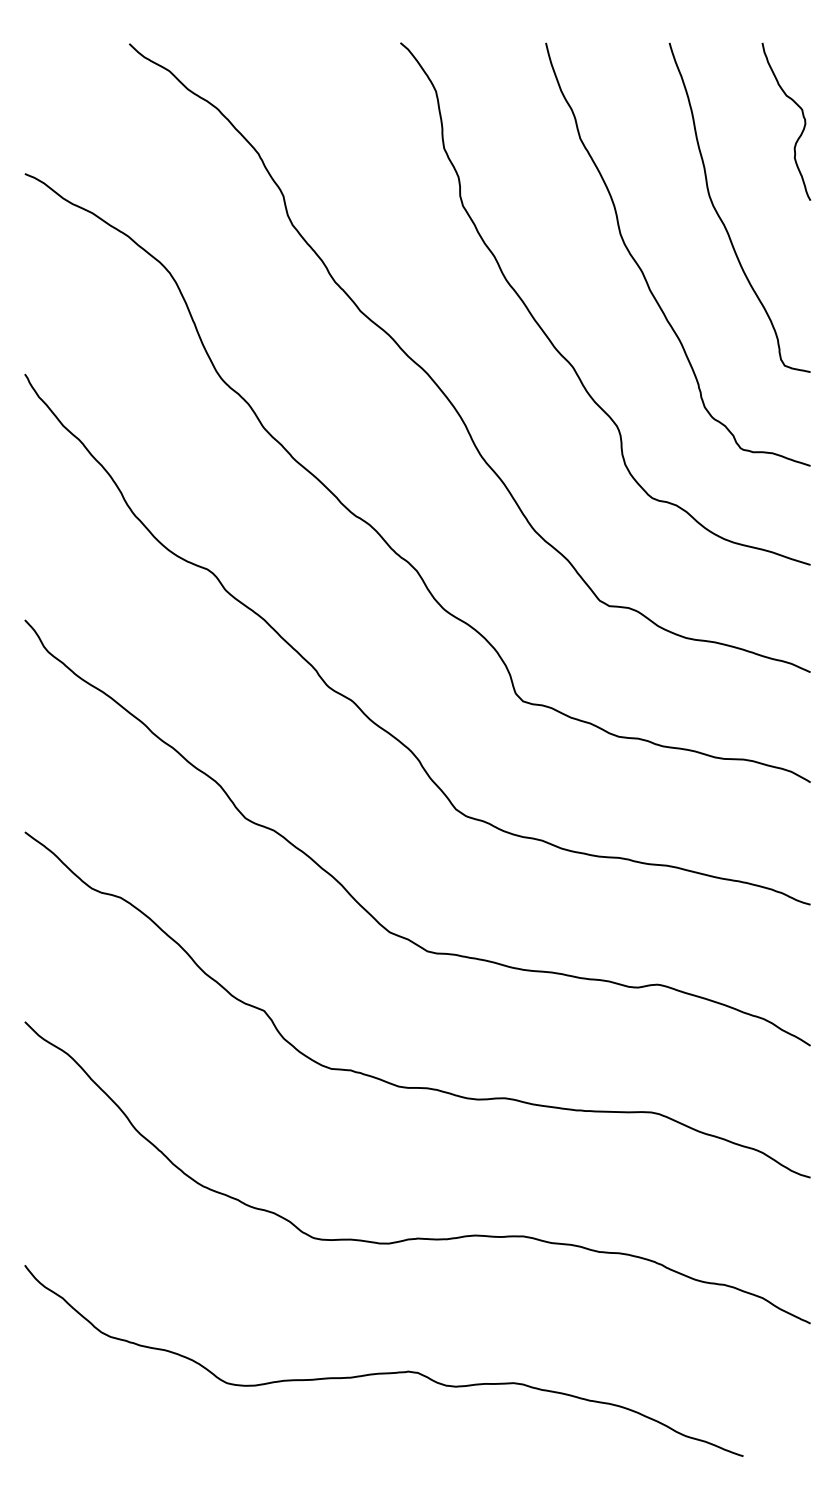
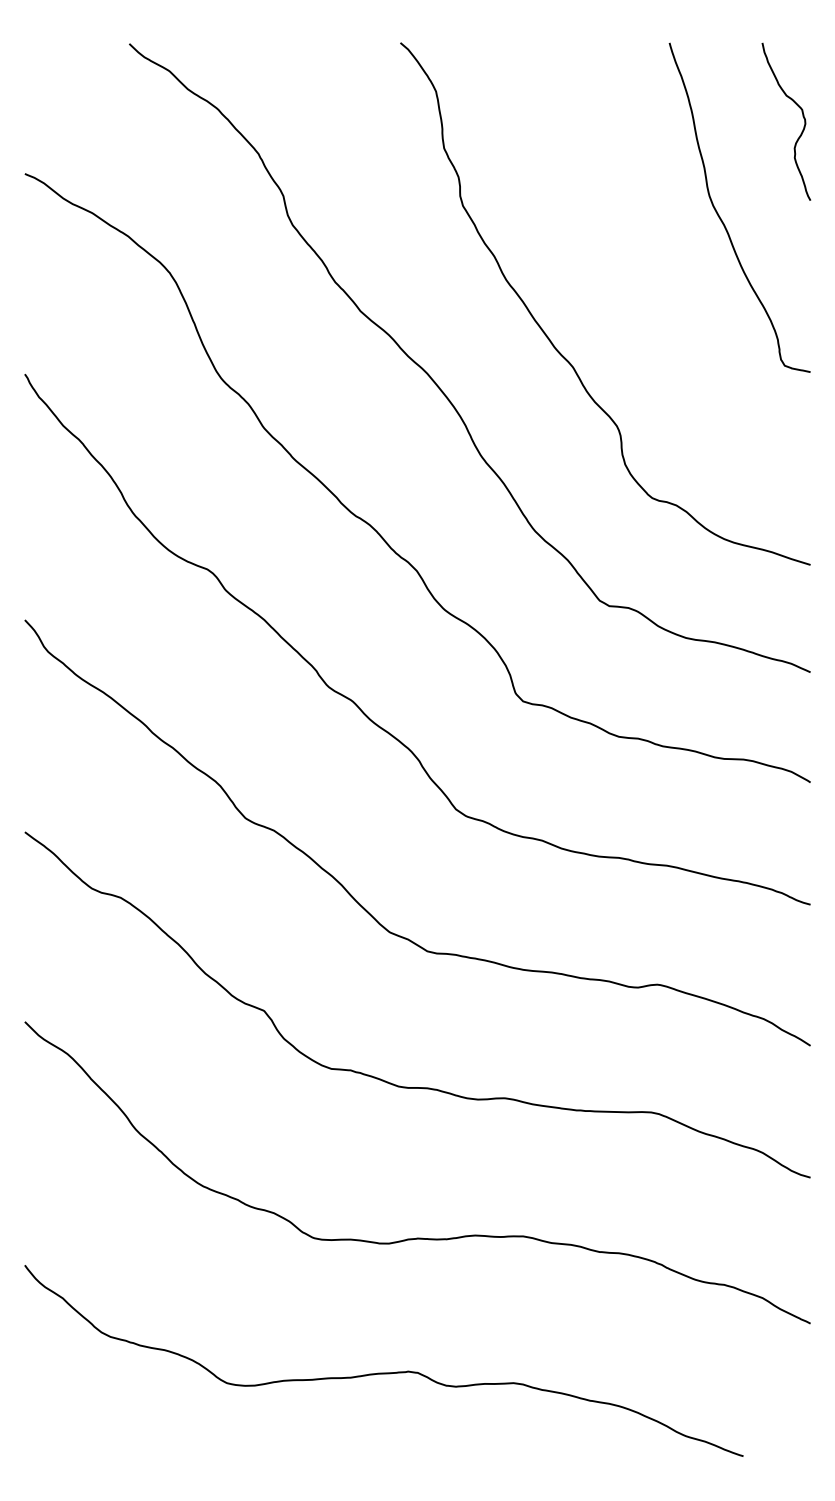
curve at (643, 272): present -> none
